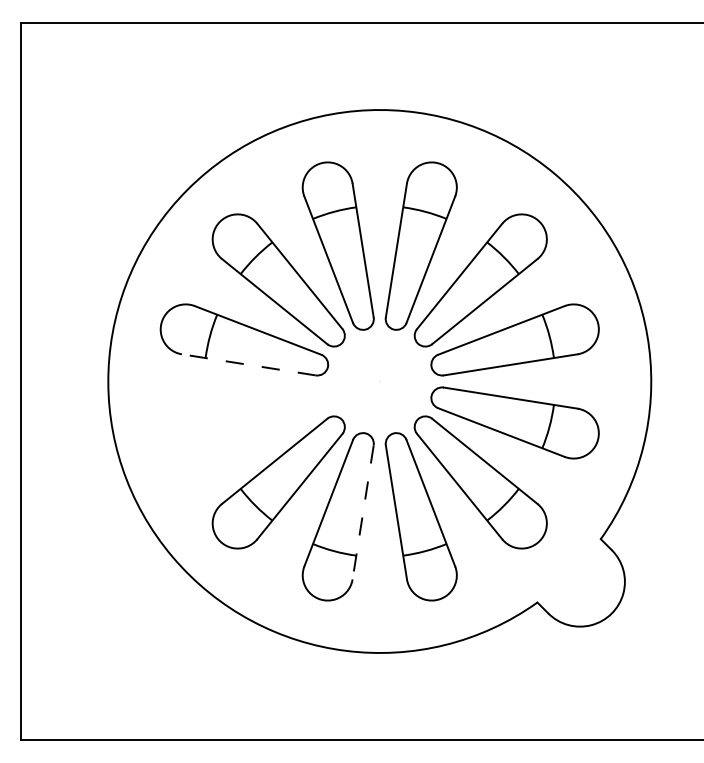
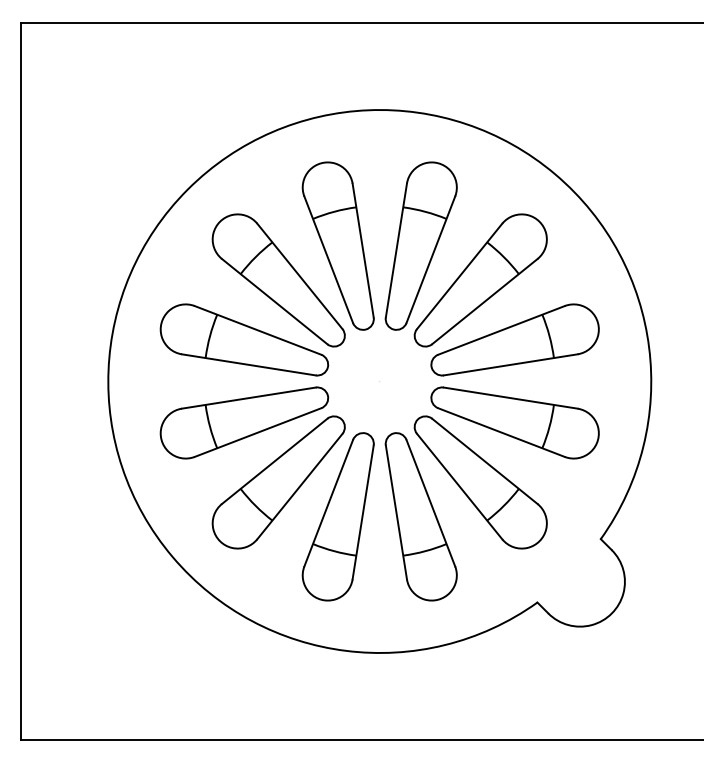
line at (248, 364): dashed -> solid
part at (244, 422): none -> present
line at (363, 512): dashed -> solid
